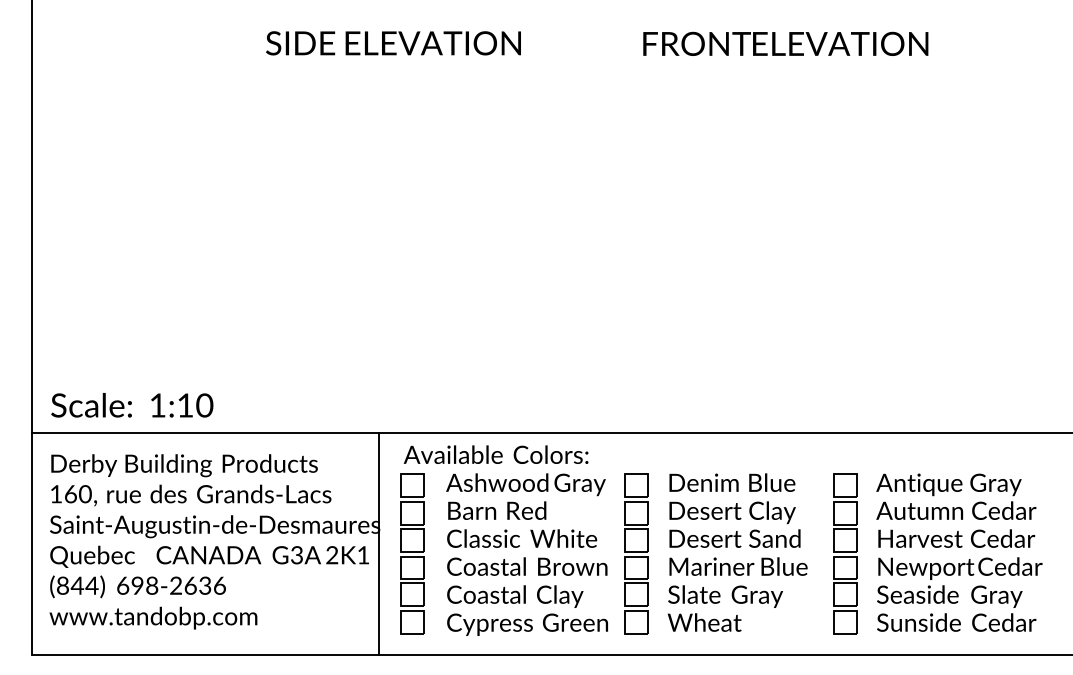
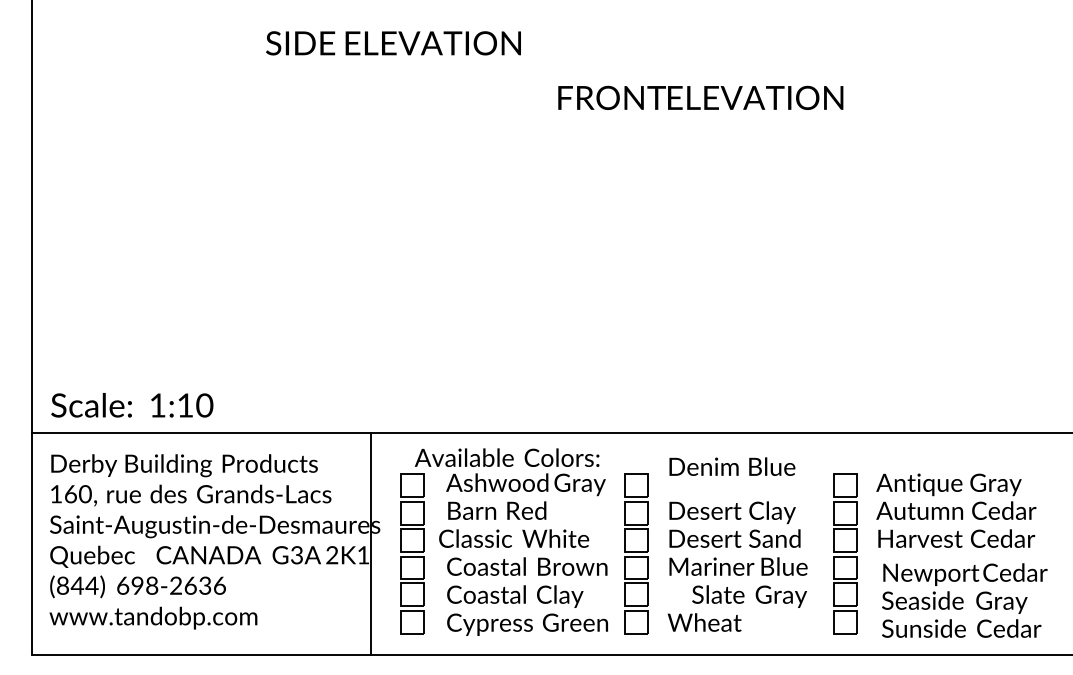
text at (785, 43) position: (785, 43) -> (700, 97)
text at (495, 454) position: (495, 454) -> (506, 457)
text at (732, 482) position: (732, 482) -> (732, 466)
text at (522, 538) position: (522, 538) -> (514, 538)
line at (378, 543) position: (378, 543) -> (370, 543)
text at (959, 594) position: (959, 594) -> (964, 600)
text at (725, 596) position: (725, 596) -> (749, 596)
